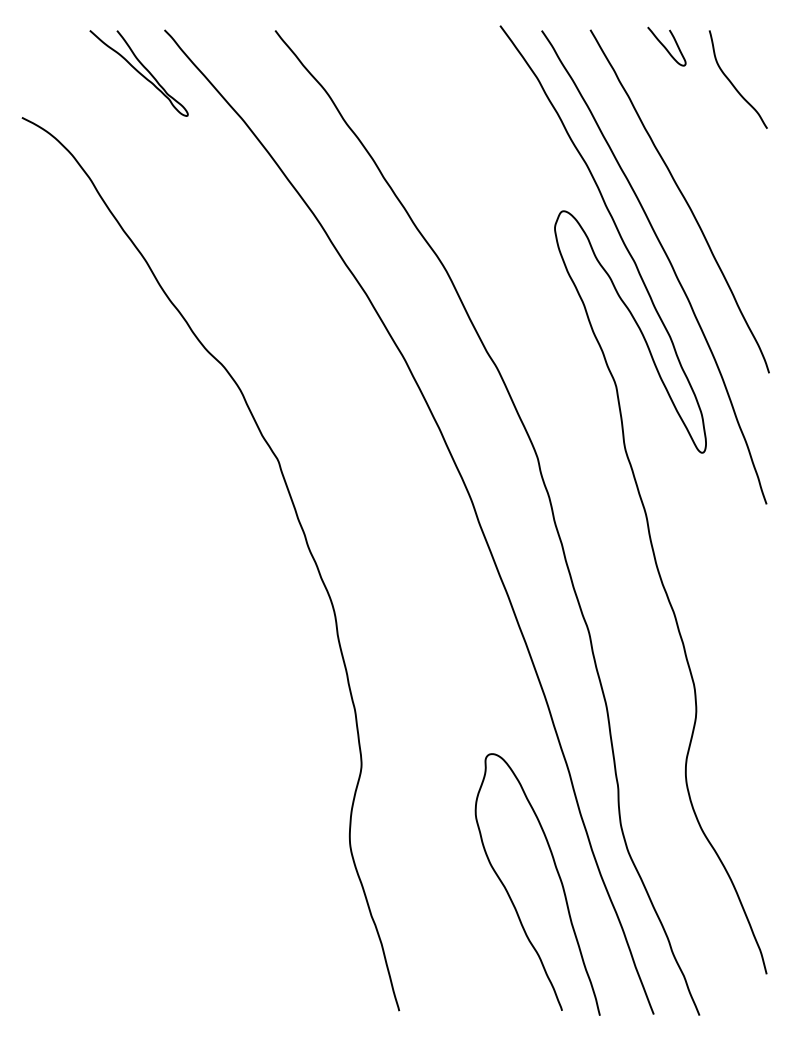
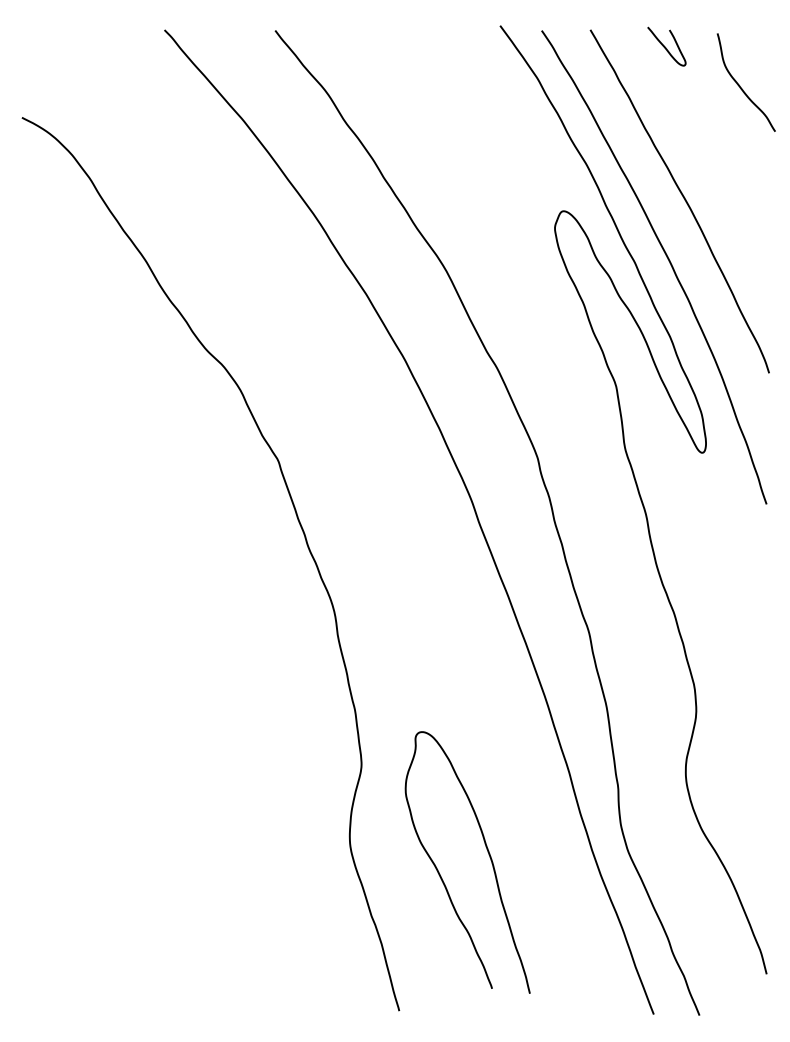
curve at (138, 73): present -> none
curve at (732, 82) position: (732, 82) -> (740, 85)
curve at (557, 874) position: (557, 874) -> (487, 852)
